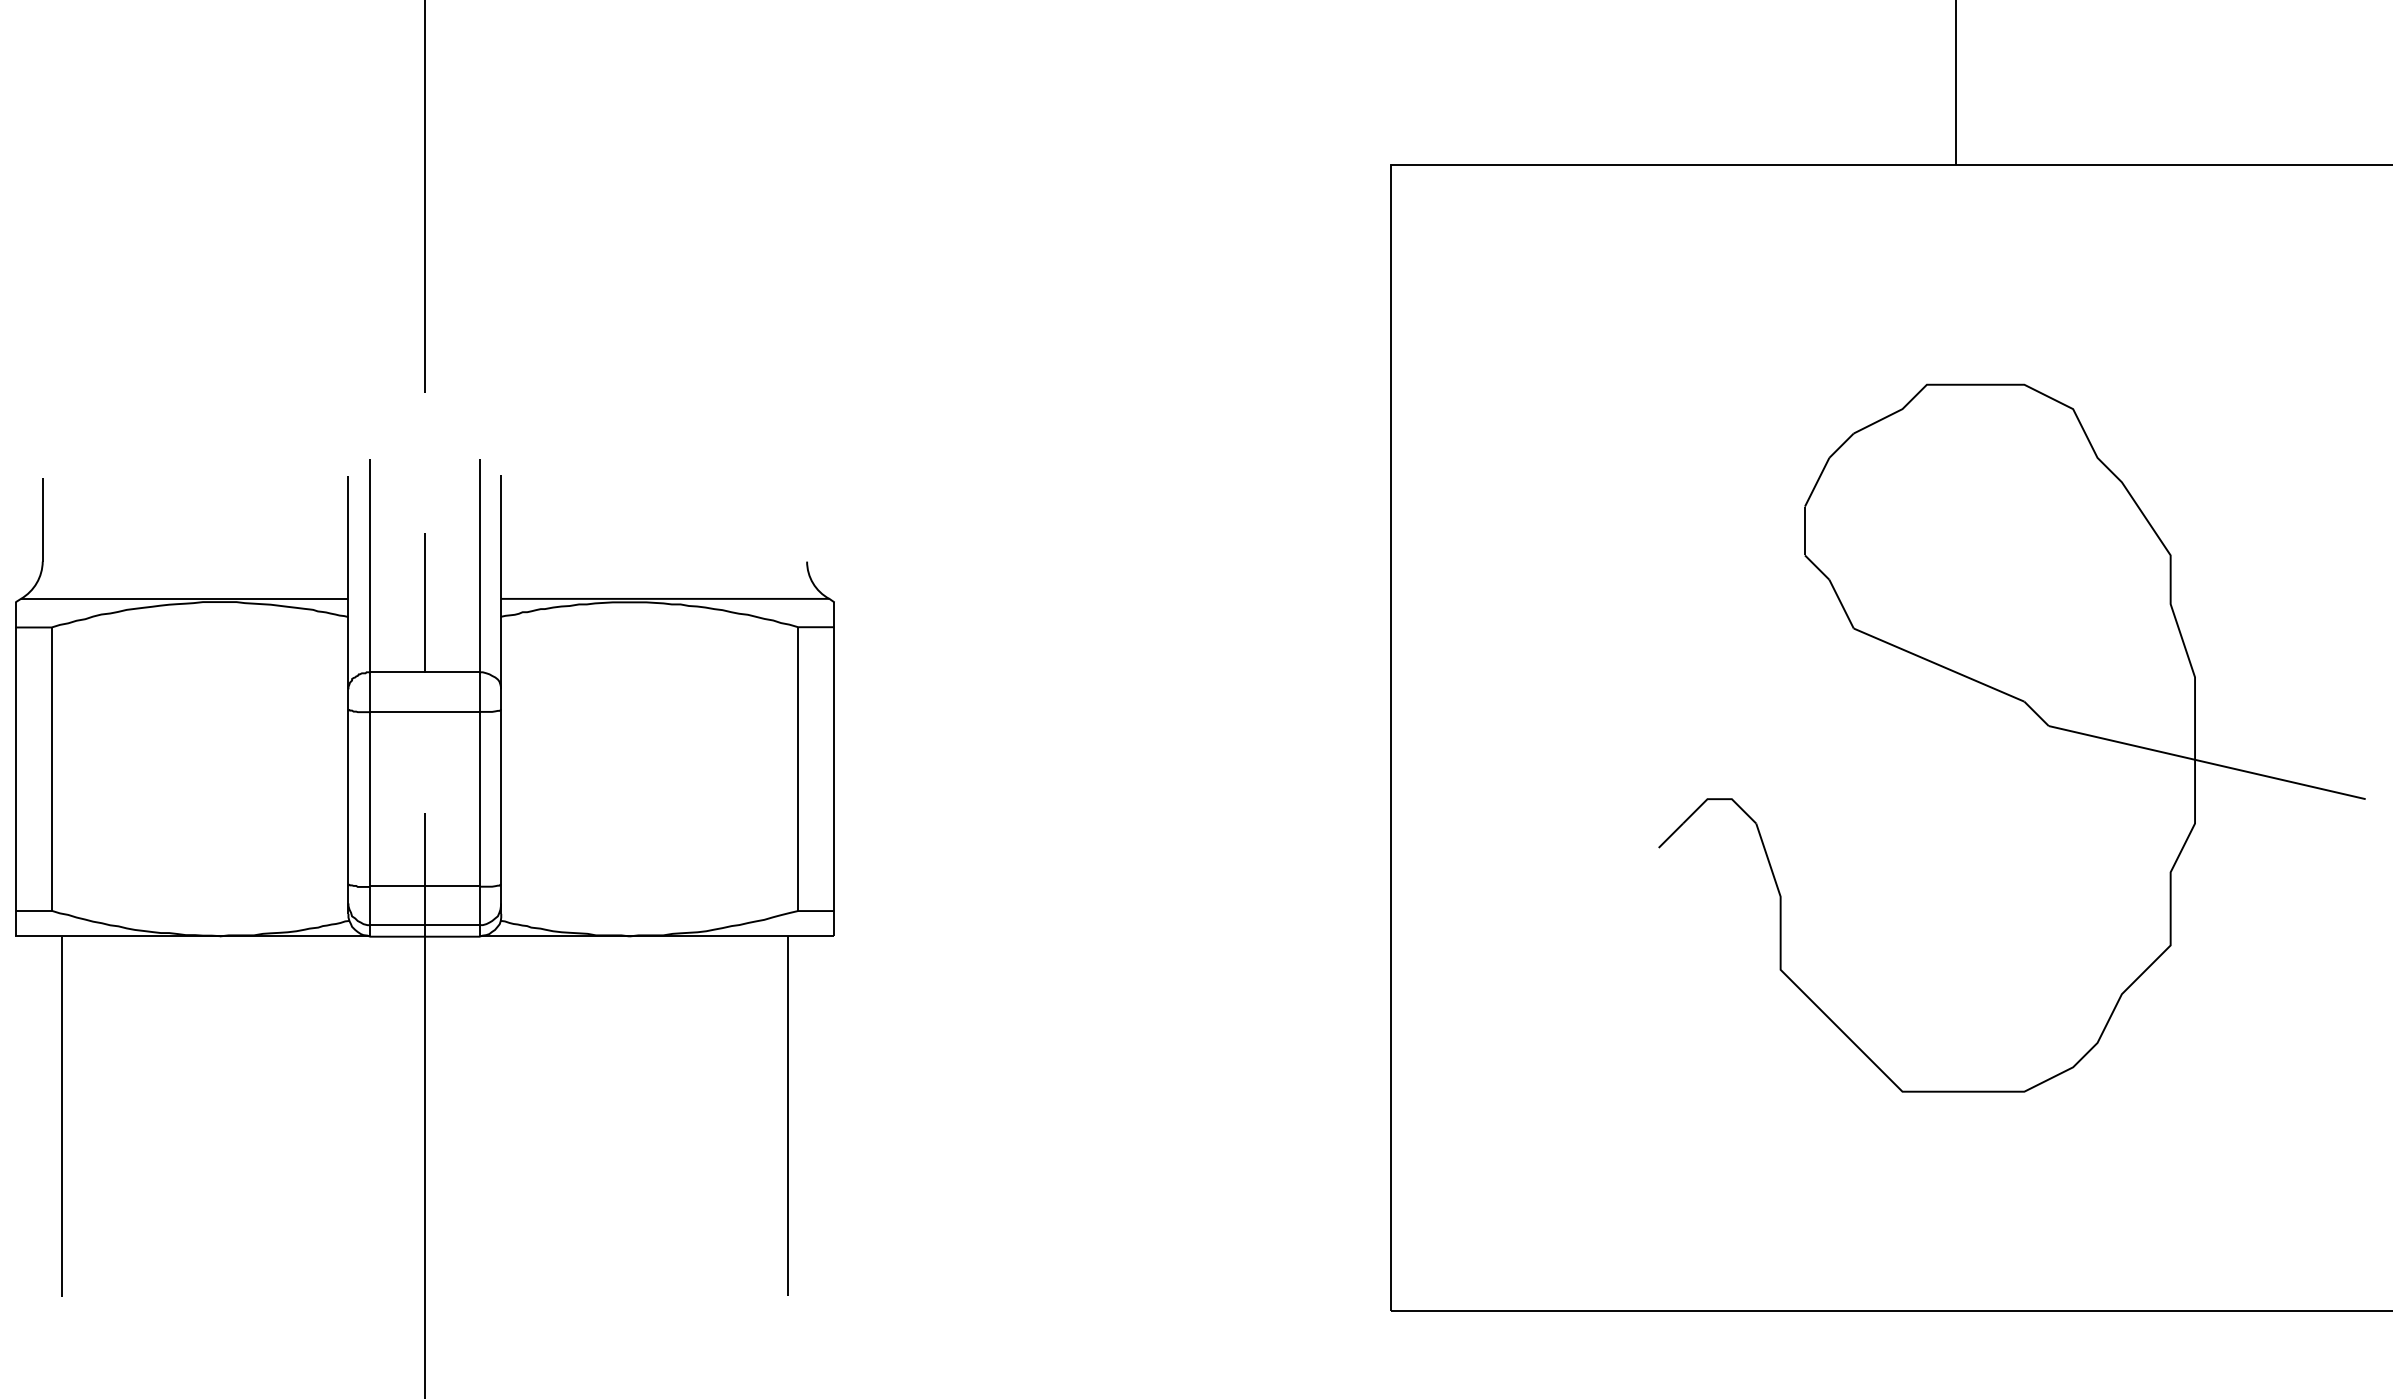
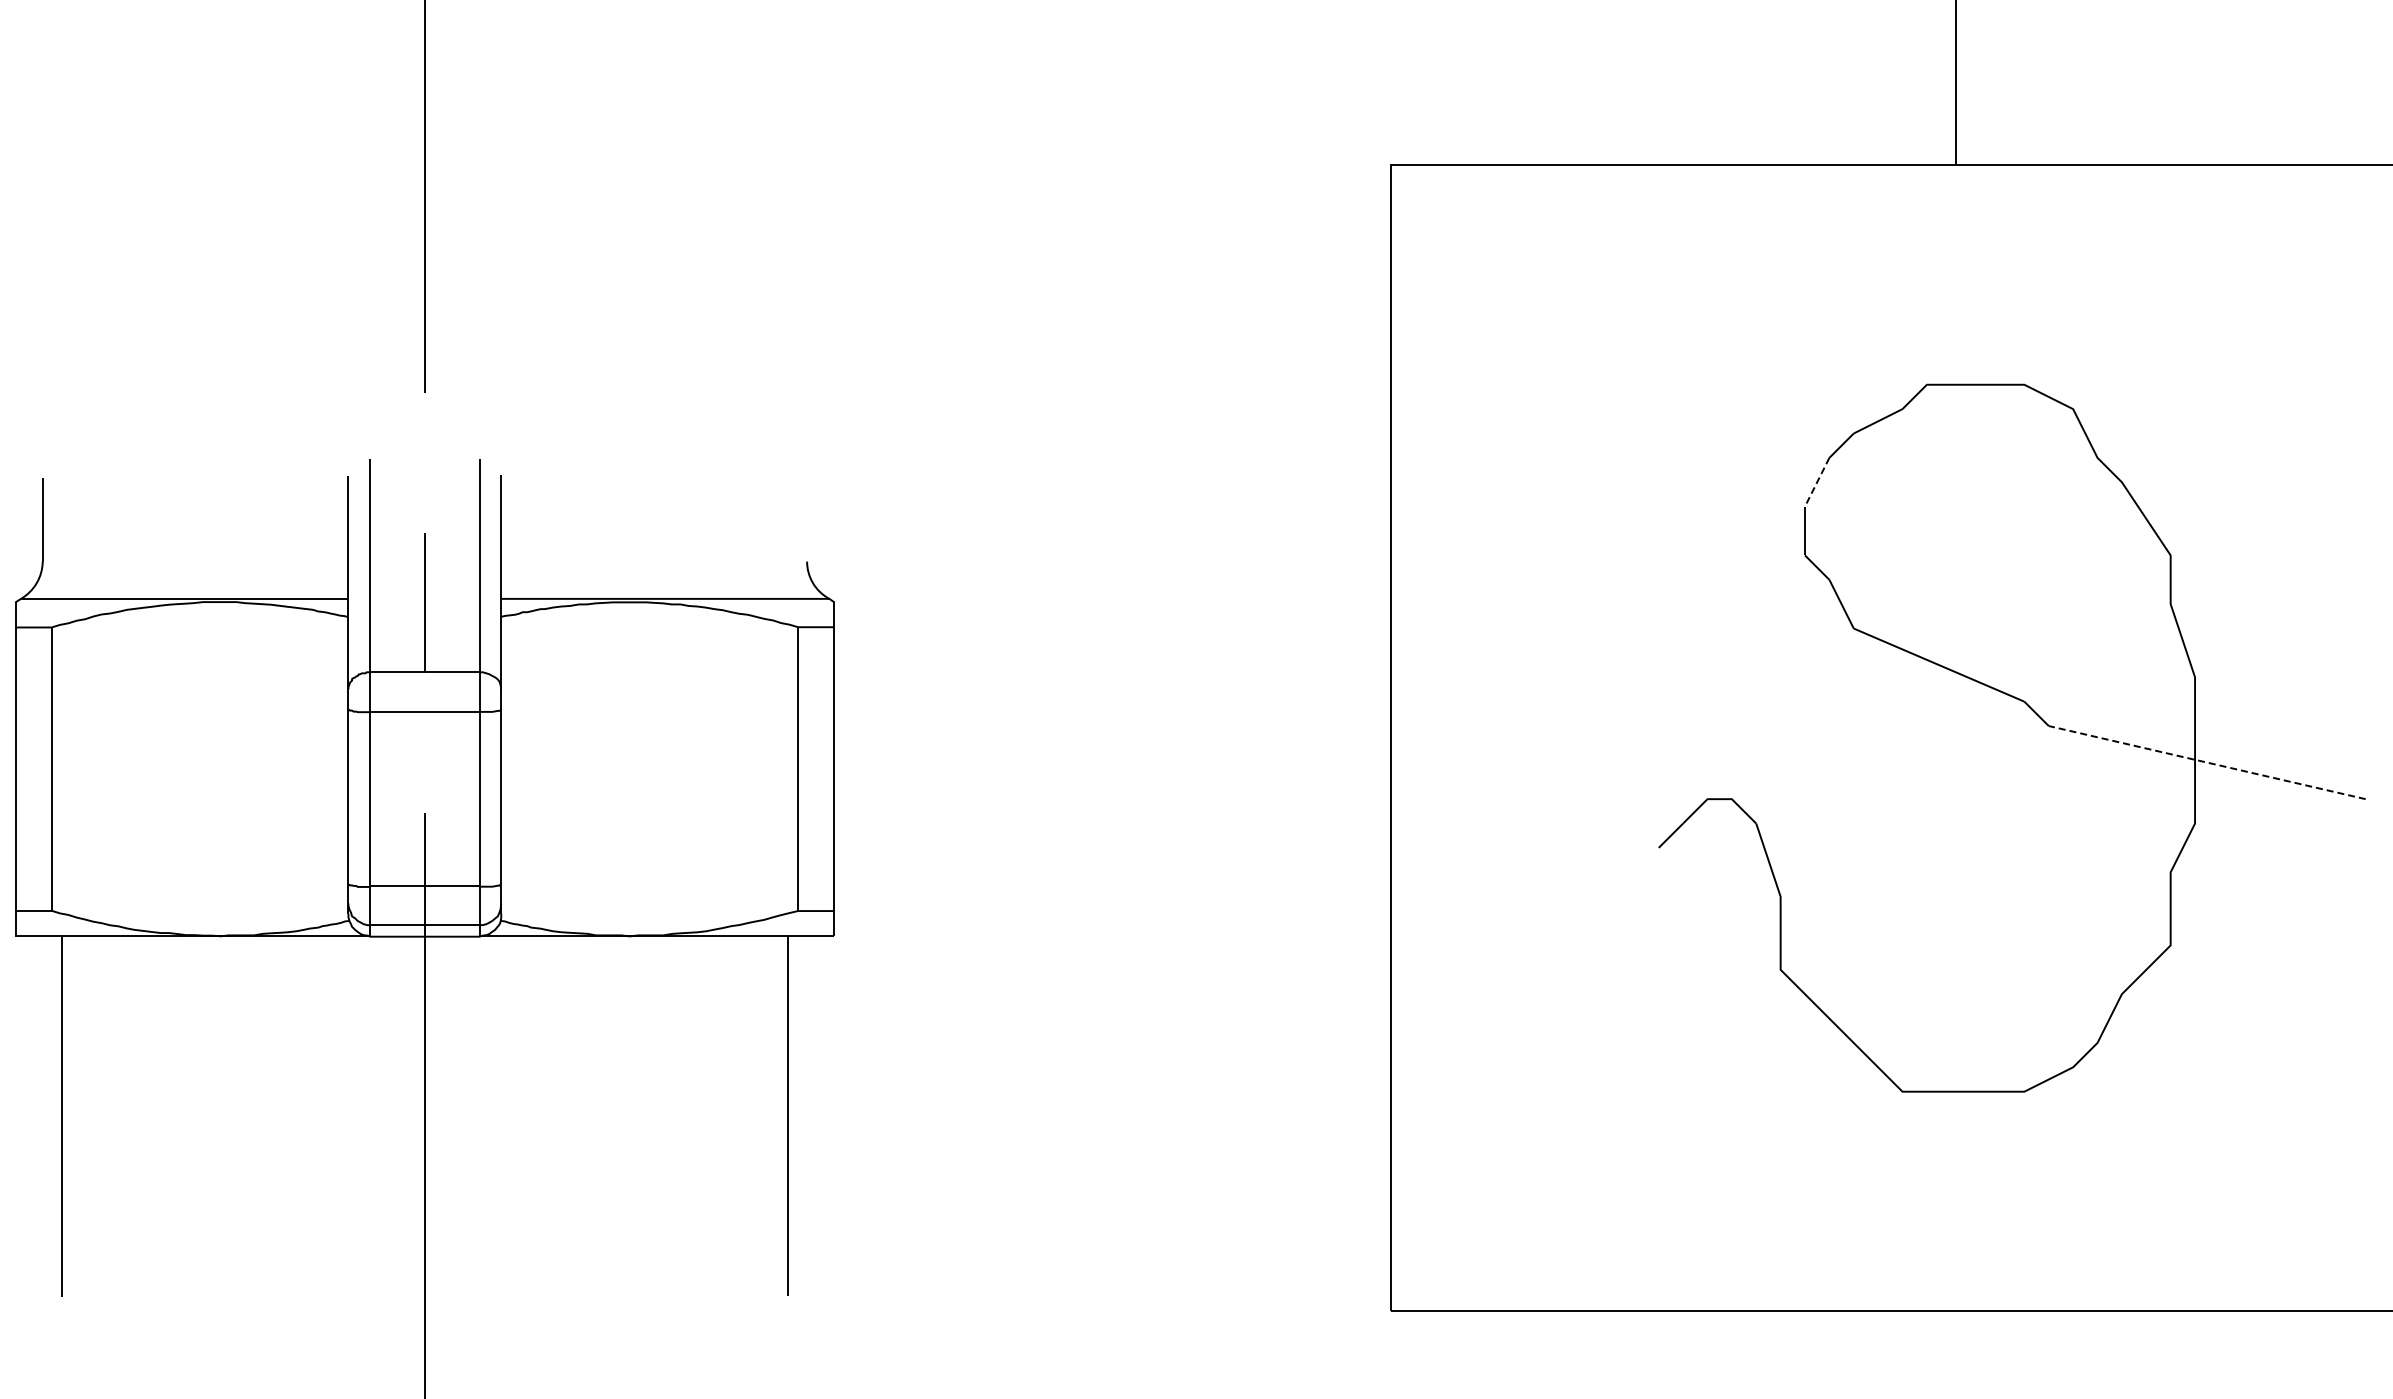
line at (1816, 482): solid -> dashed
line at (2207, 762): solid -> dashed
